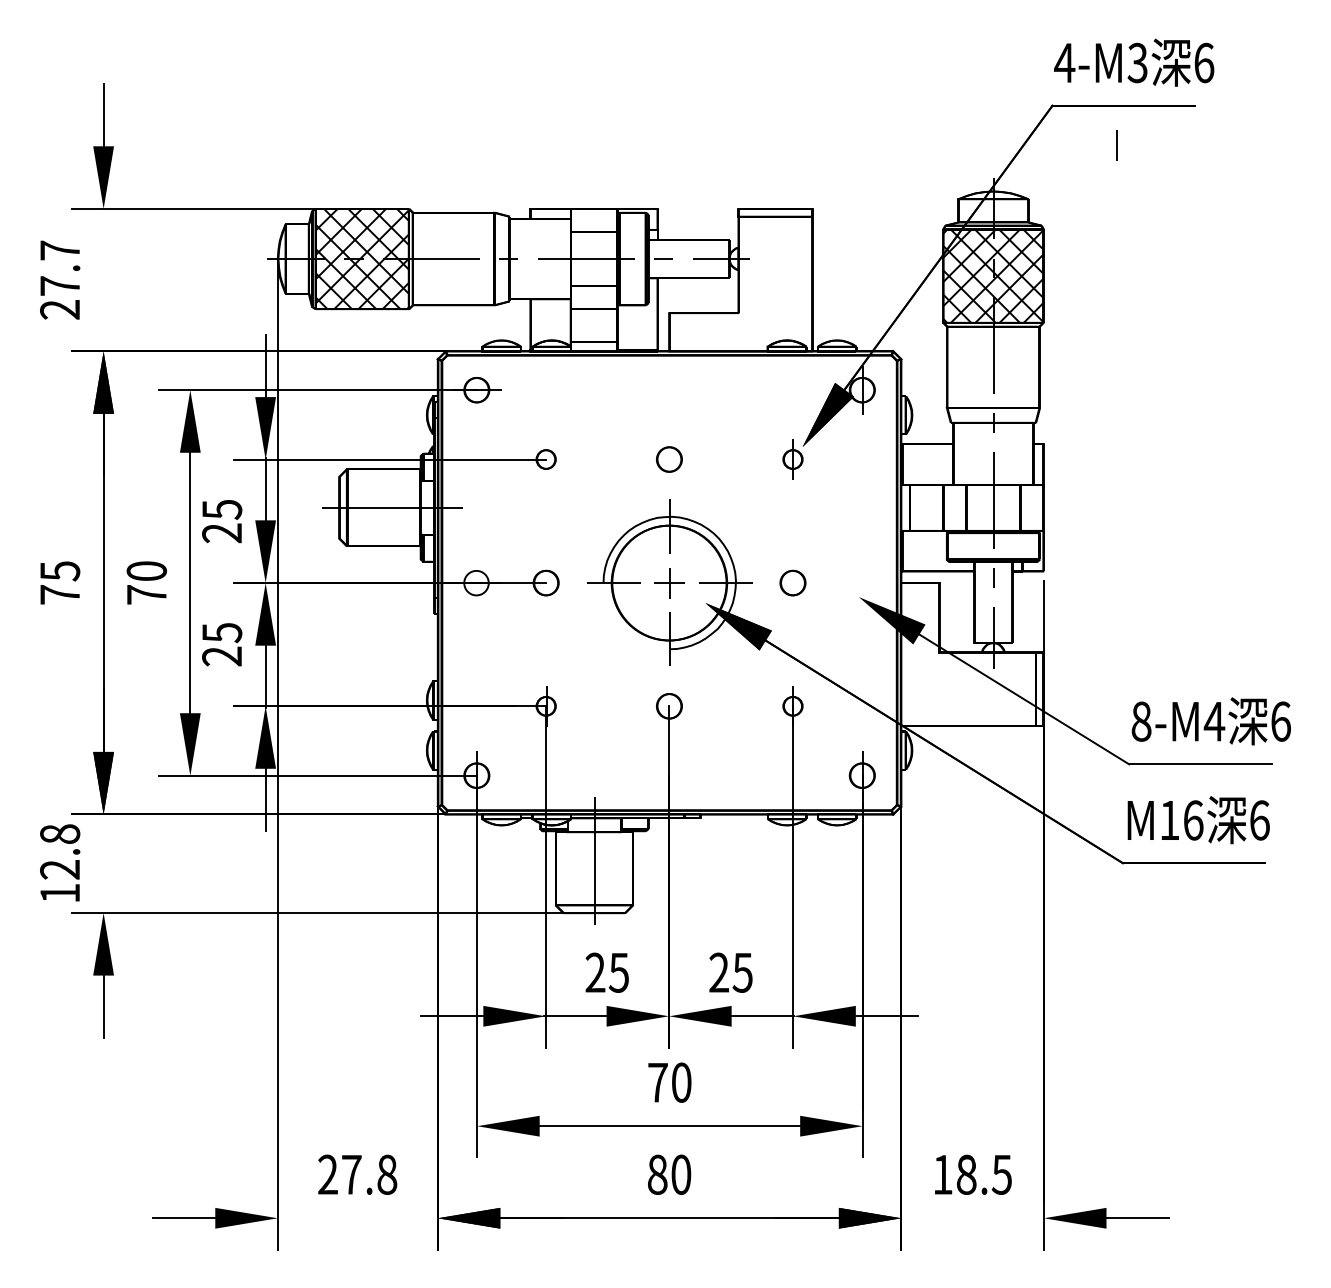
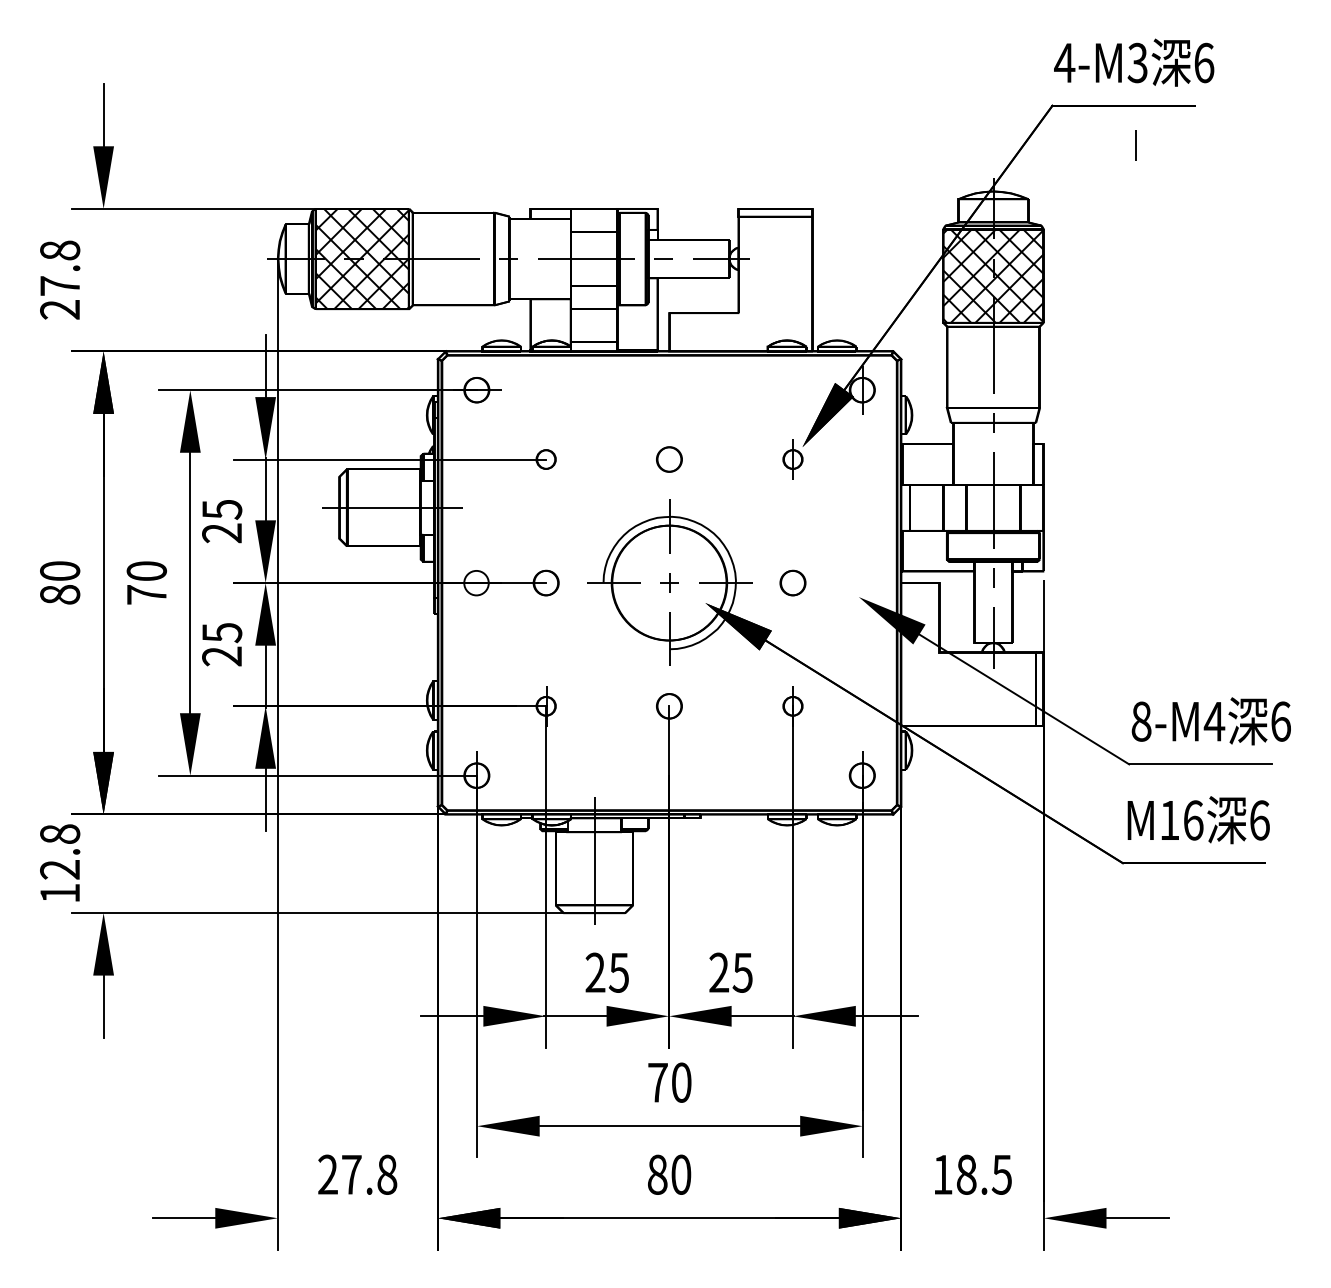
line at (1116, 145) position: (1116, 145) -> (1135, 145)
text at (60, 250): 27.7 -> 27.8
text at (60, 582): 75 -> 80
part at (669, 583) size: 31x31 px -> 19x20 px
